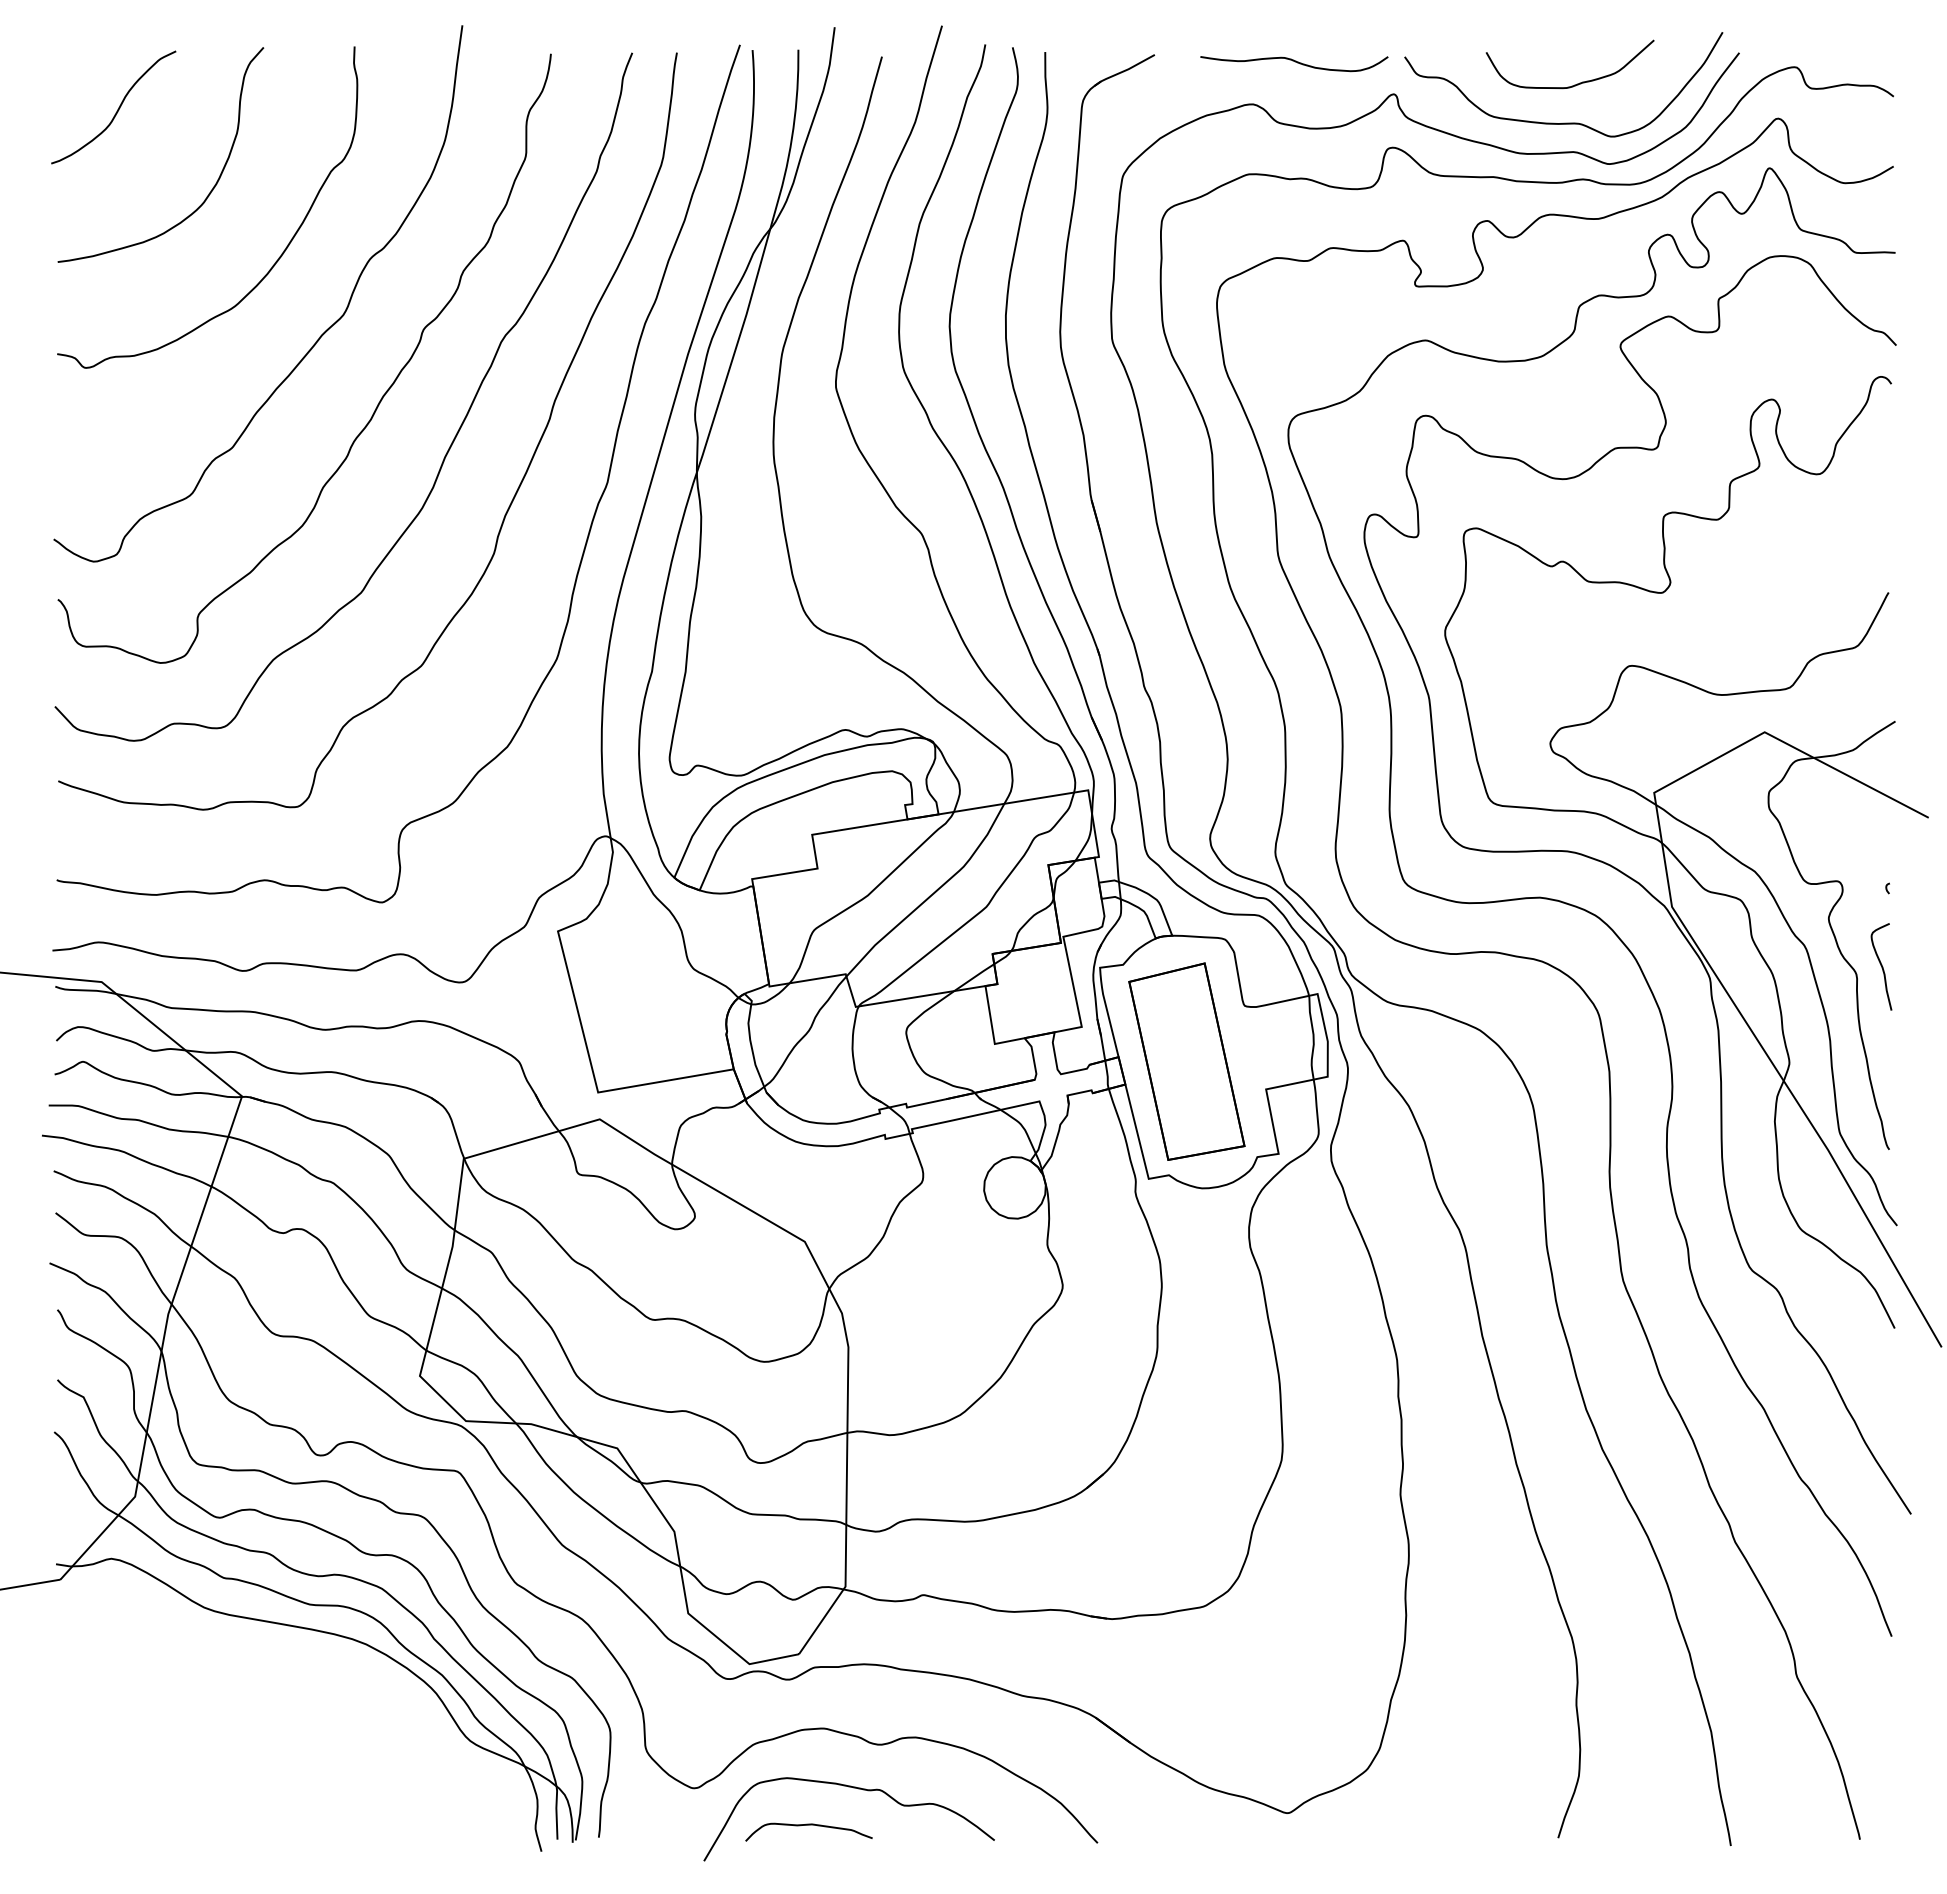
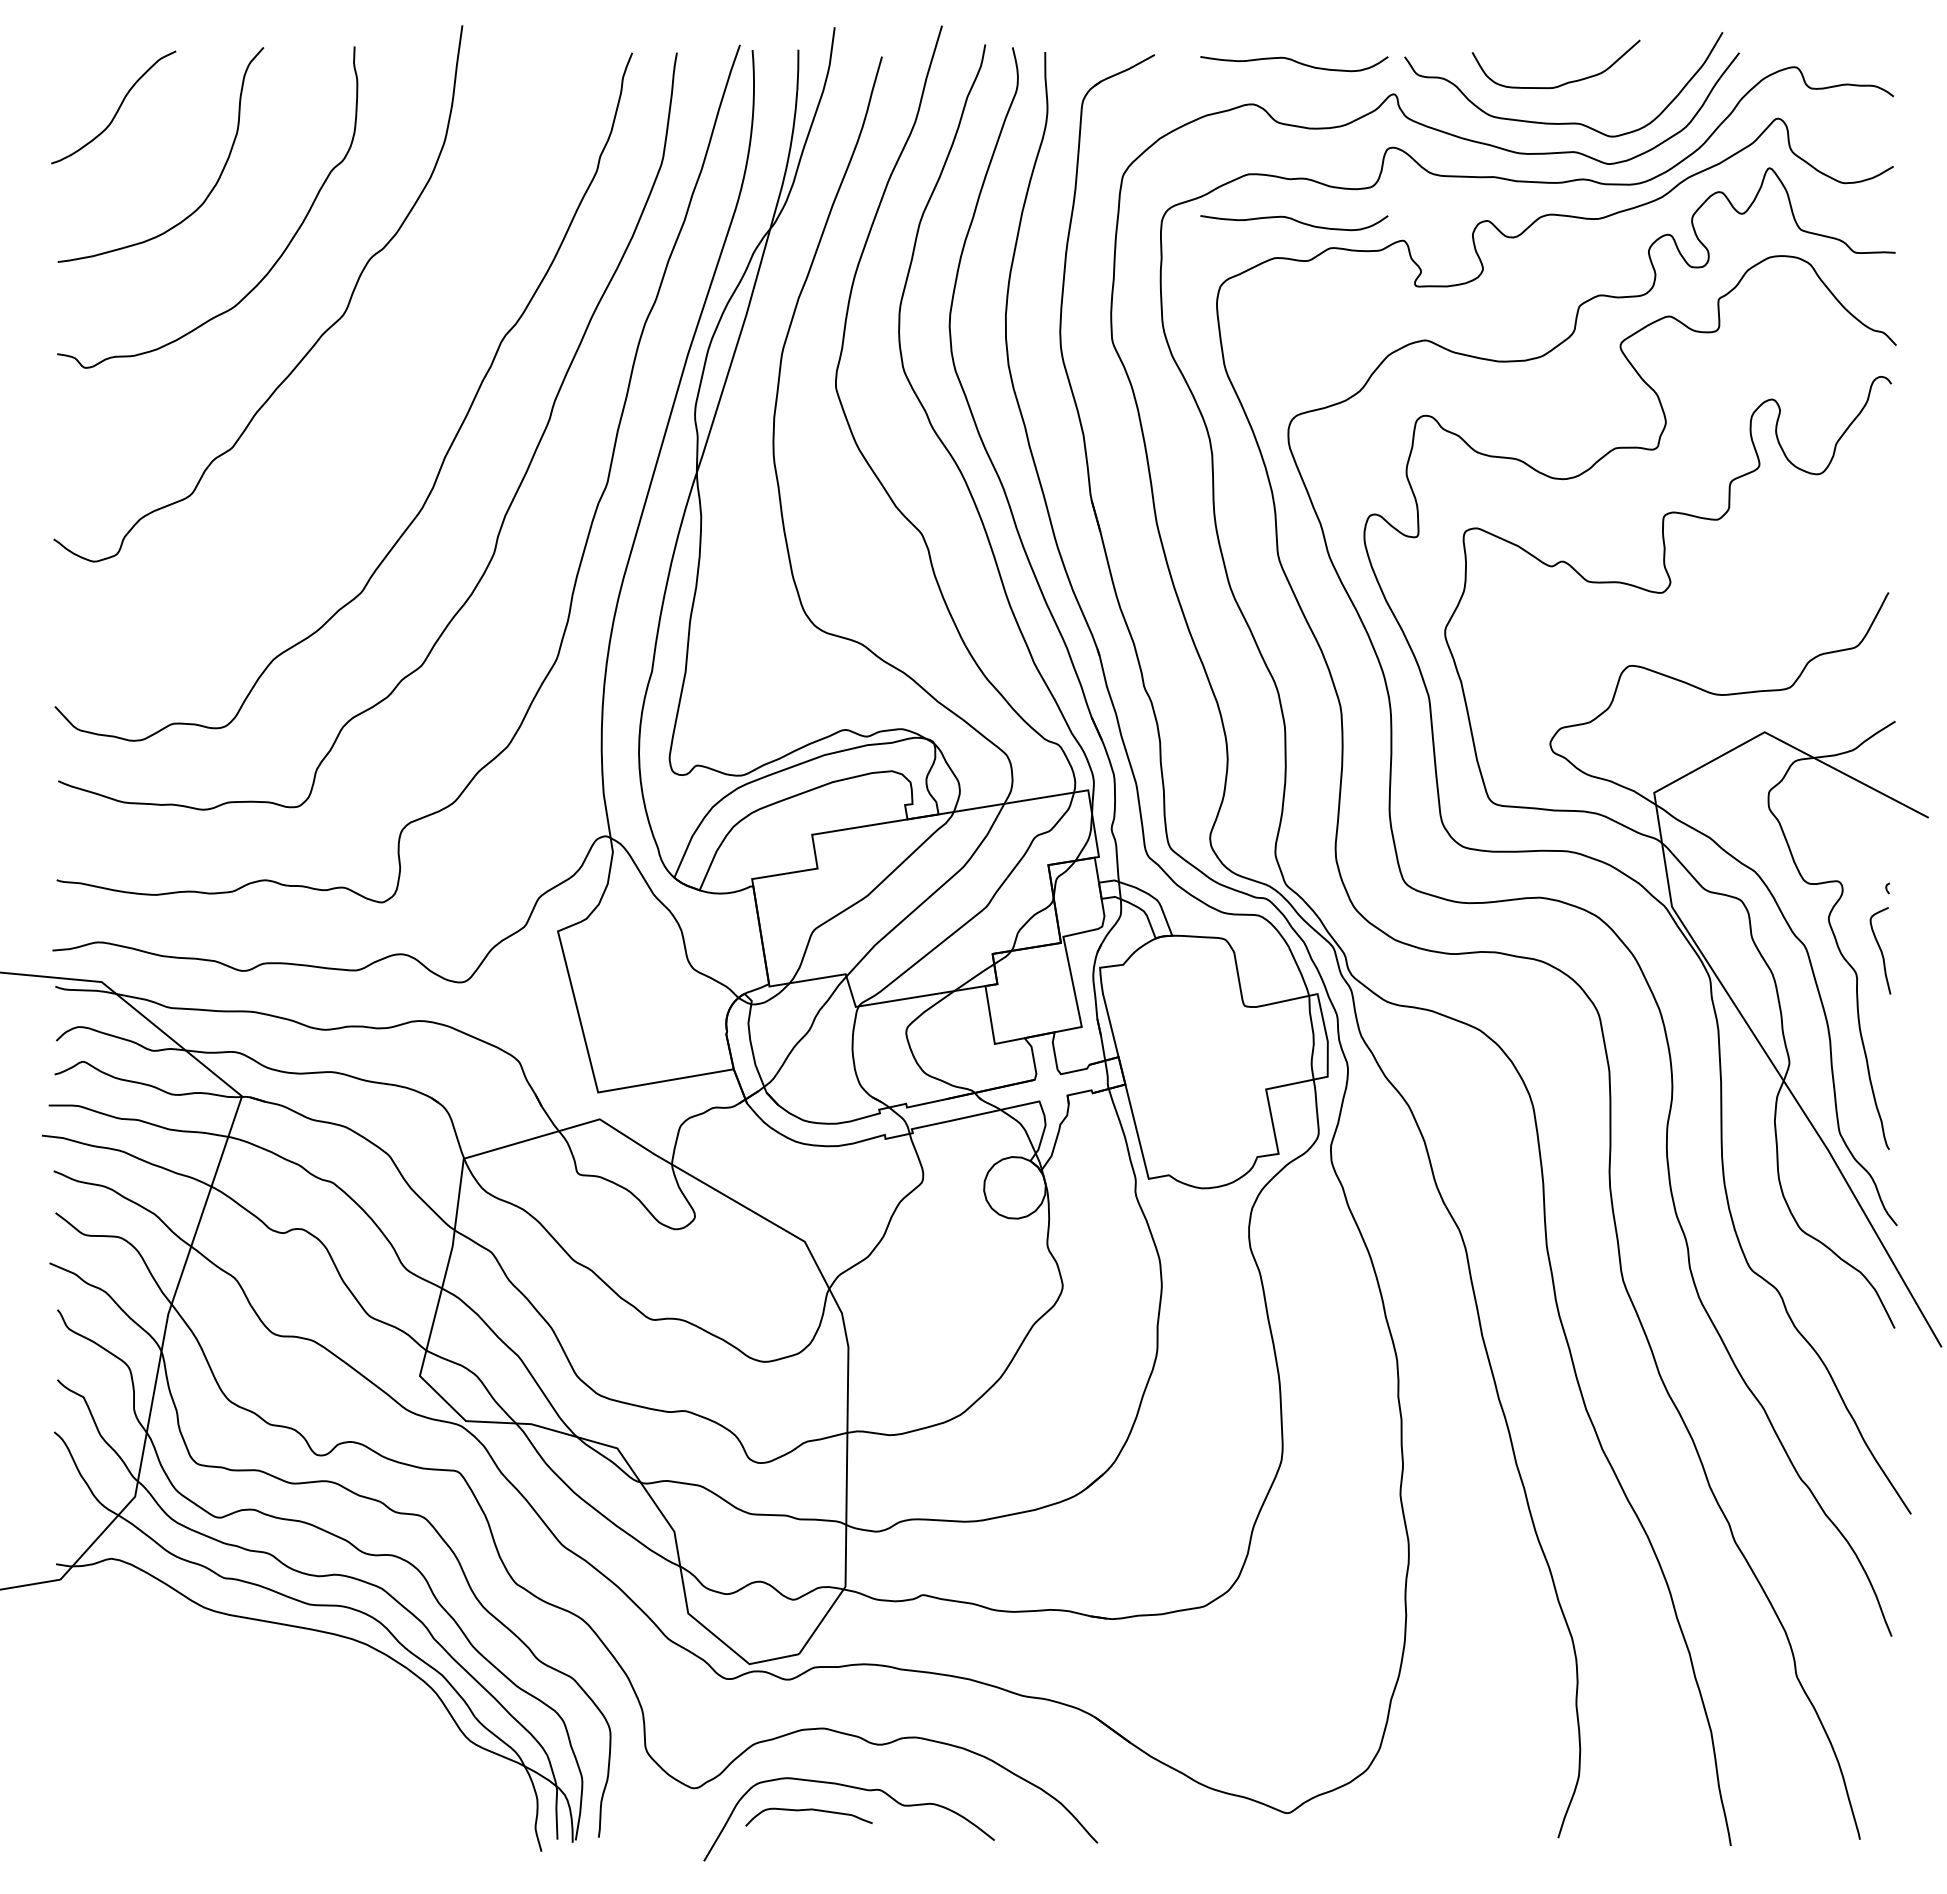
curve at (1579, 82) position: (1579, 82) -> (1565, 82)
curve at (1295, 221): none -> present
curve at (379, 400): present -> none
curve at (1881, 966) position: (1881, 966) -> (1880, 950)
part at (1186, 1061): present -> none
curve at (808, 1825) position: (808, 1825) -> (808, 1810)
